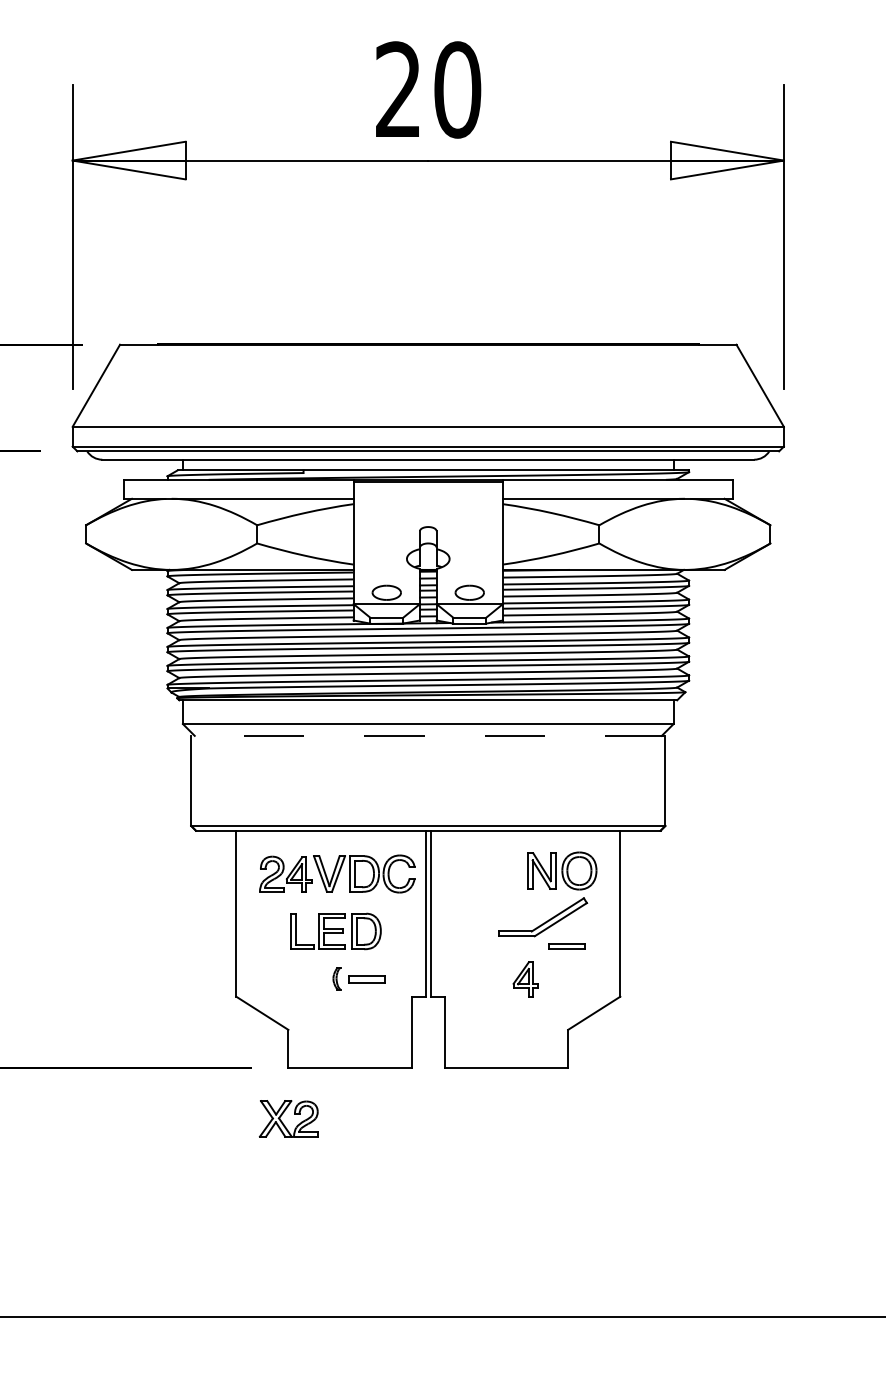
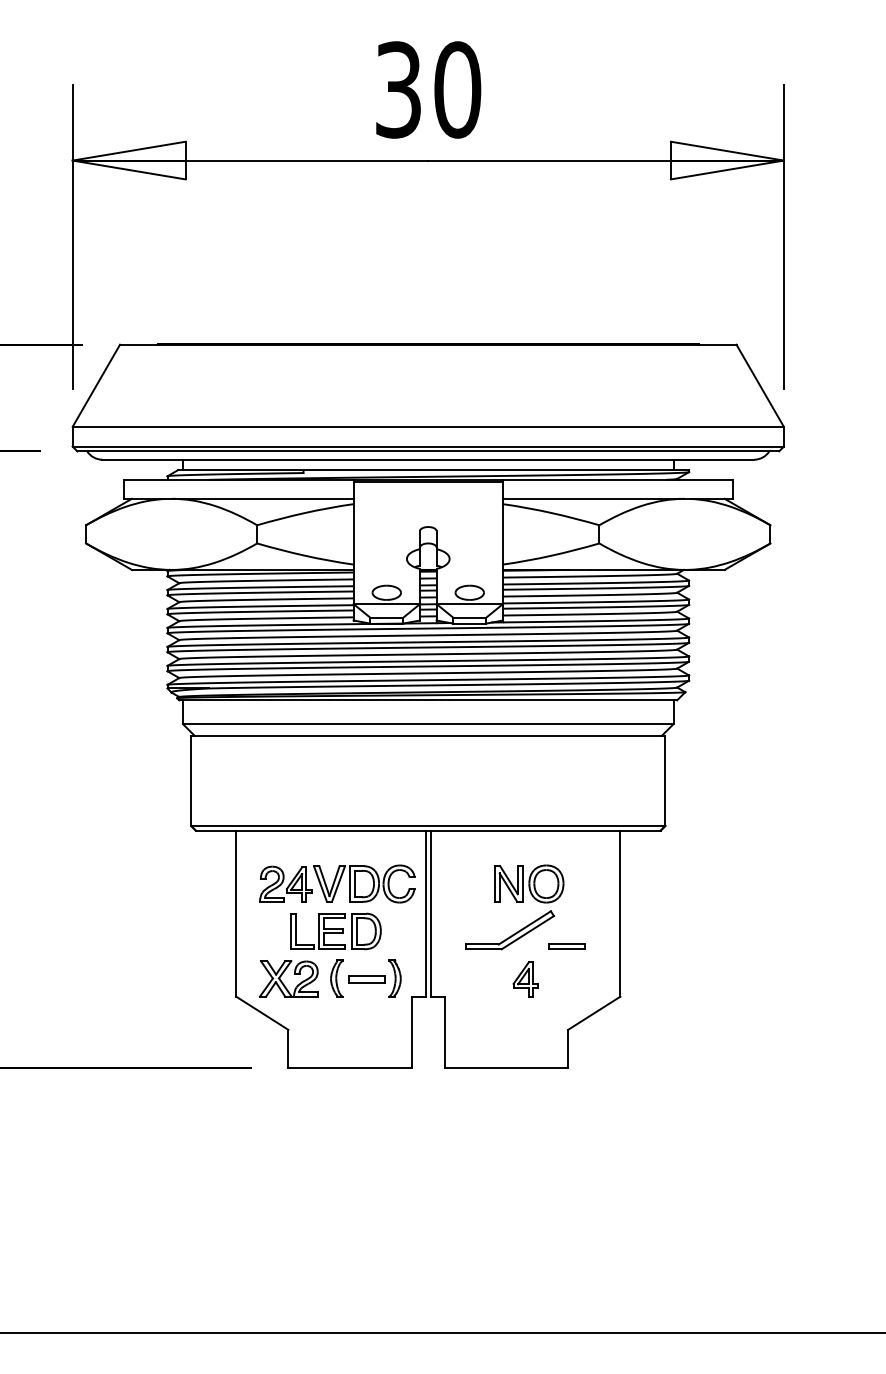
text at (398, 89): 20 -> 30
line at (427, 735): dashed -> solid
part at (337, 873) position: (337, 873) -> (337, 883)
part at (547, 894) position: (547, 894) -> (514, 907)
part at (336, 978) size: 10x24 px -> 14x39 px
part at (394, 978): none -> present
part at (283, 1122) position: (283, 1122) -> (283, 982)
line at (442, 1316) position: (442, 1316) -> (442, 1332)
